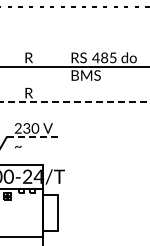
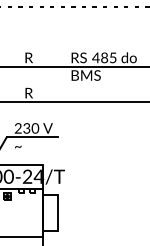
line at (75, 101): dashed -> solid
line at (32, 137): dashed -> solid
